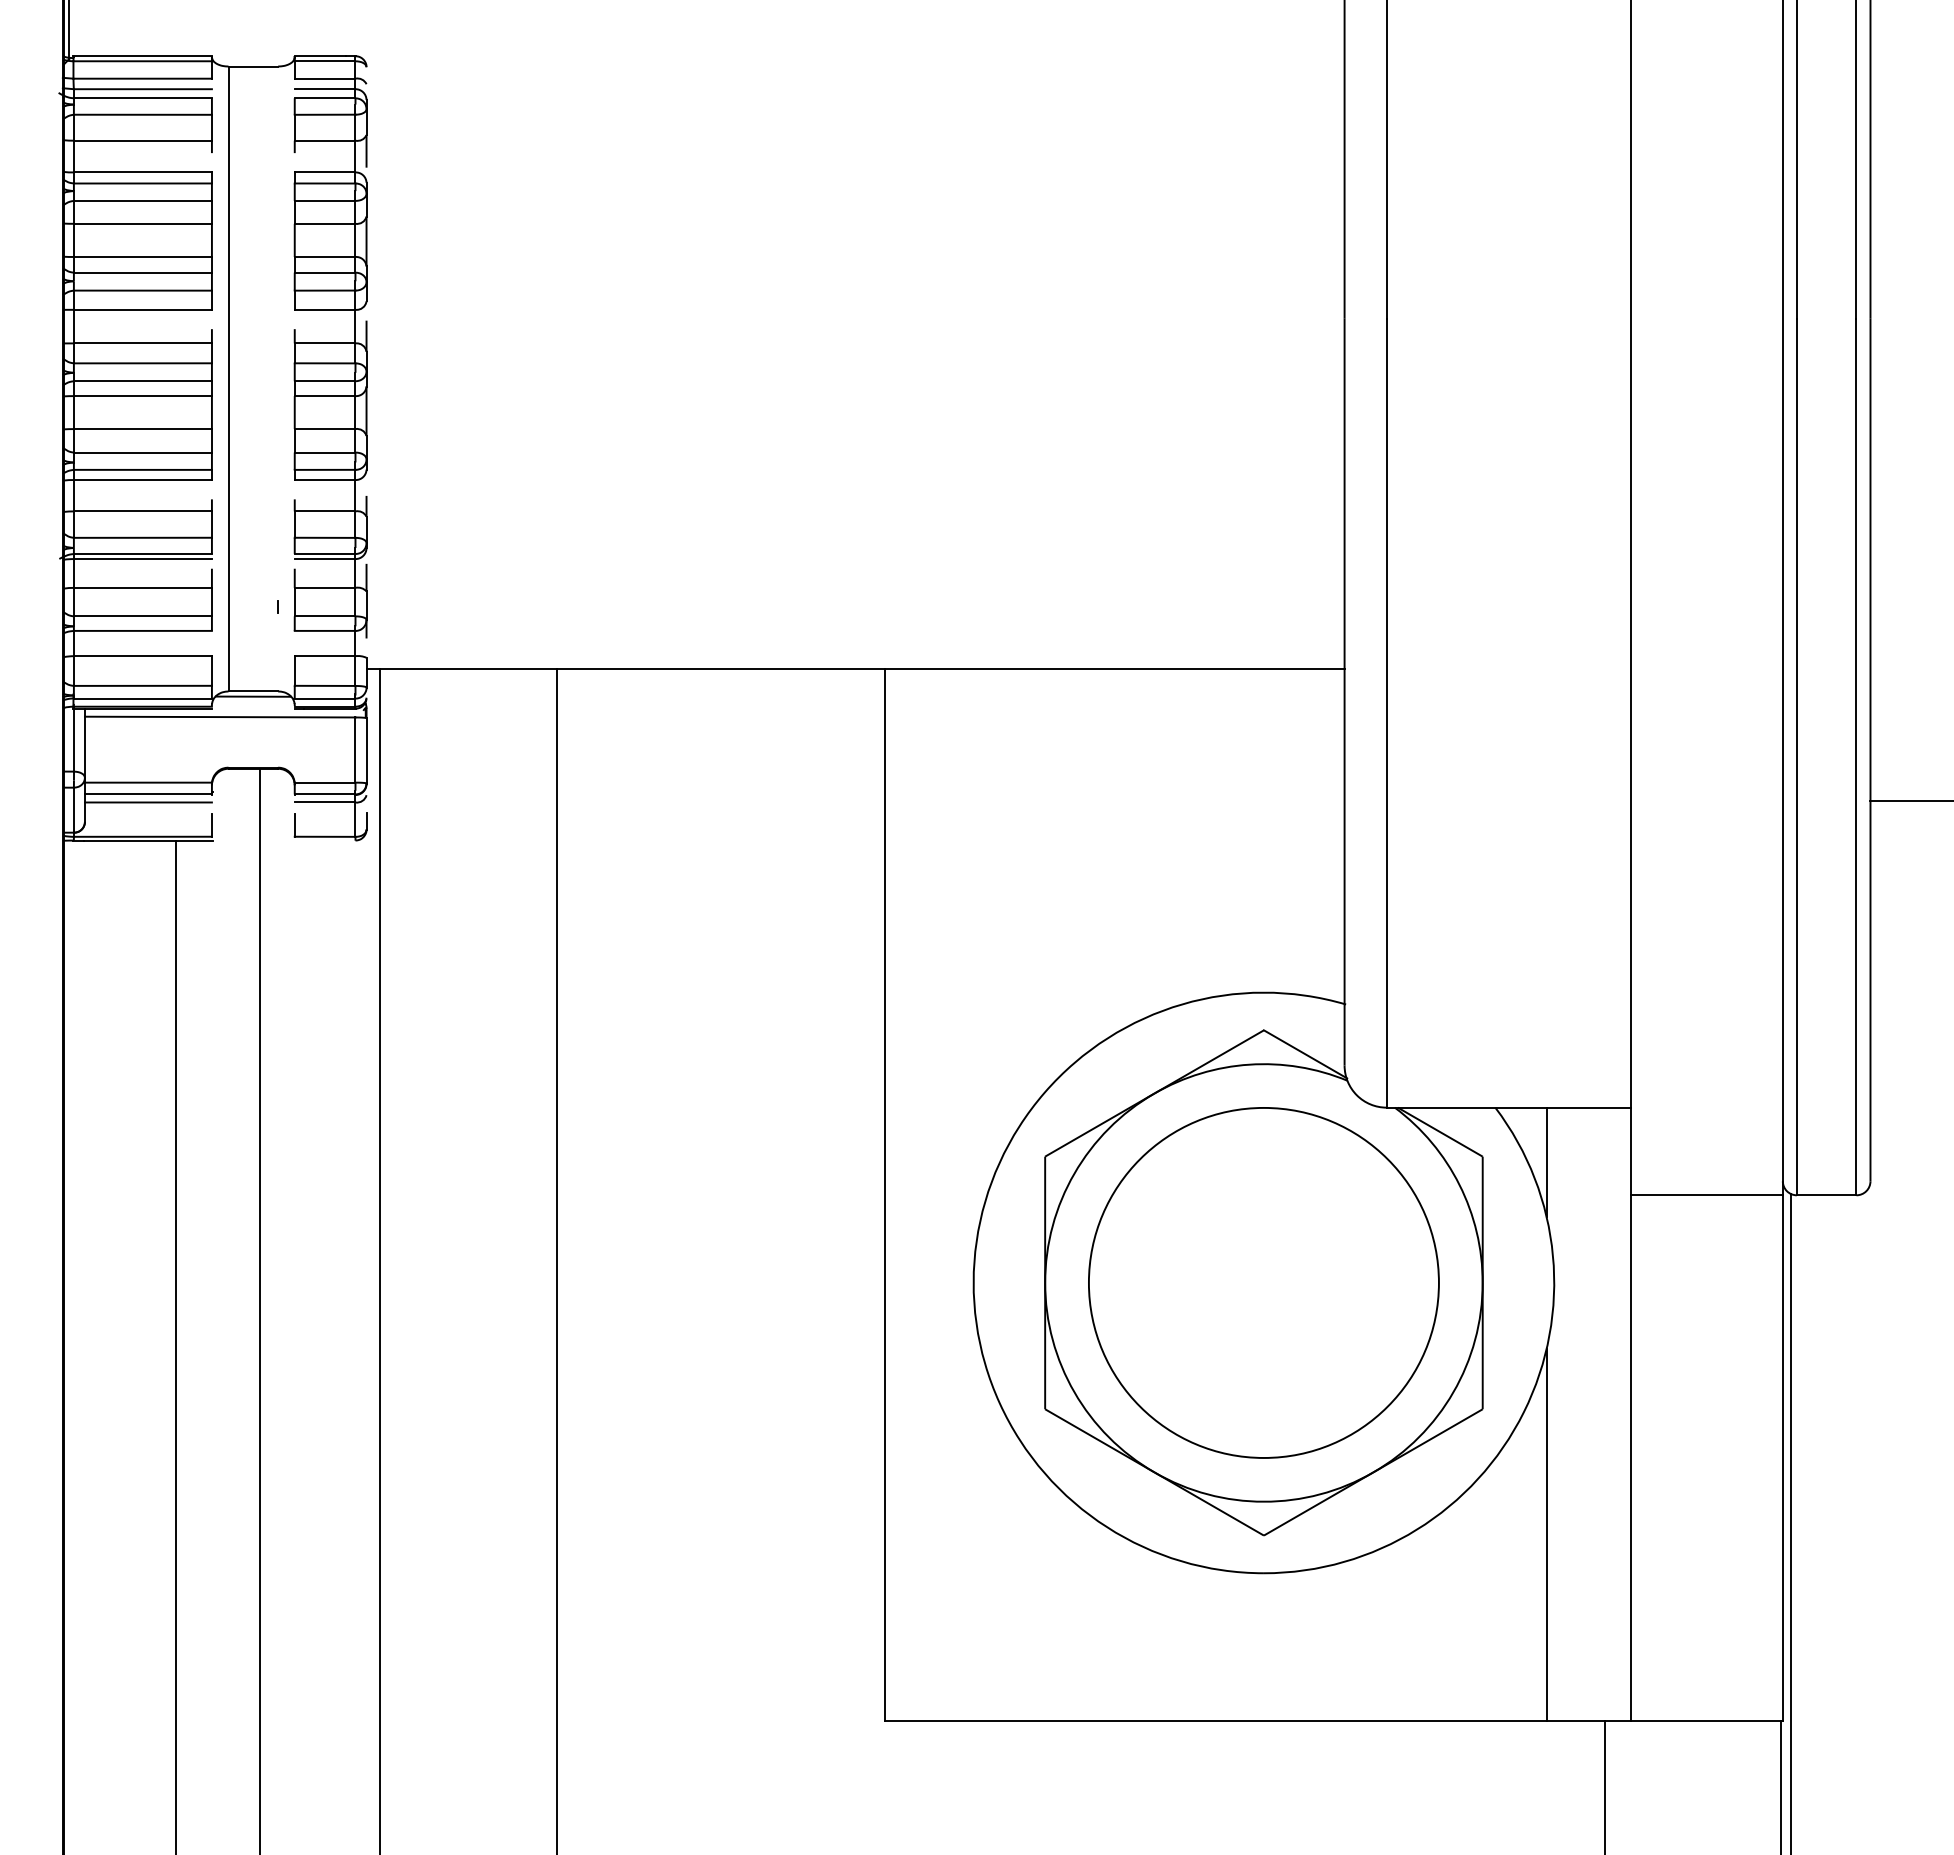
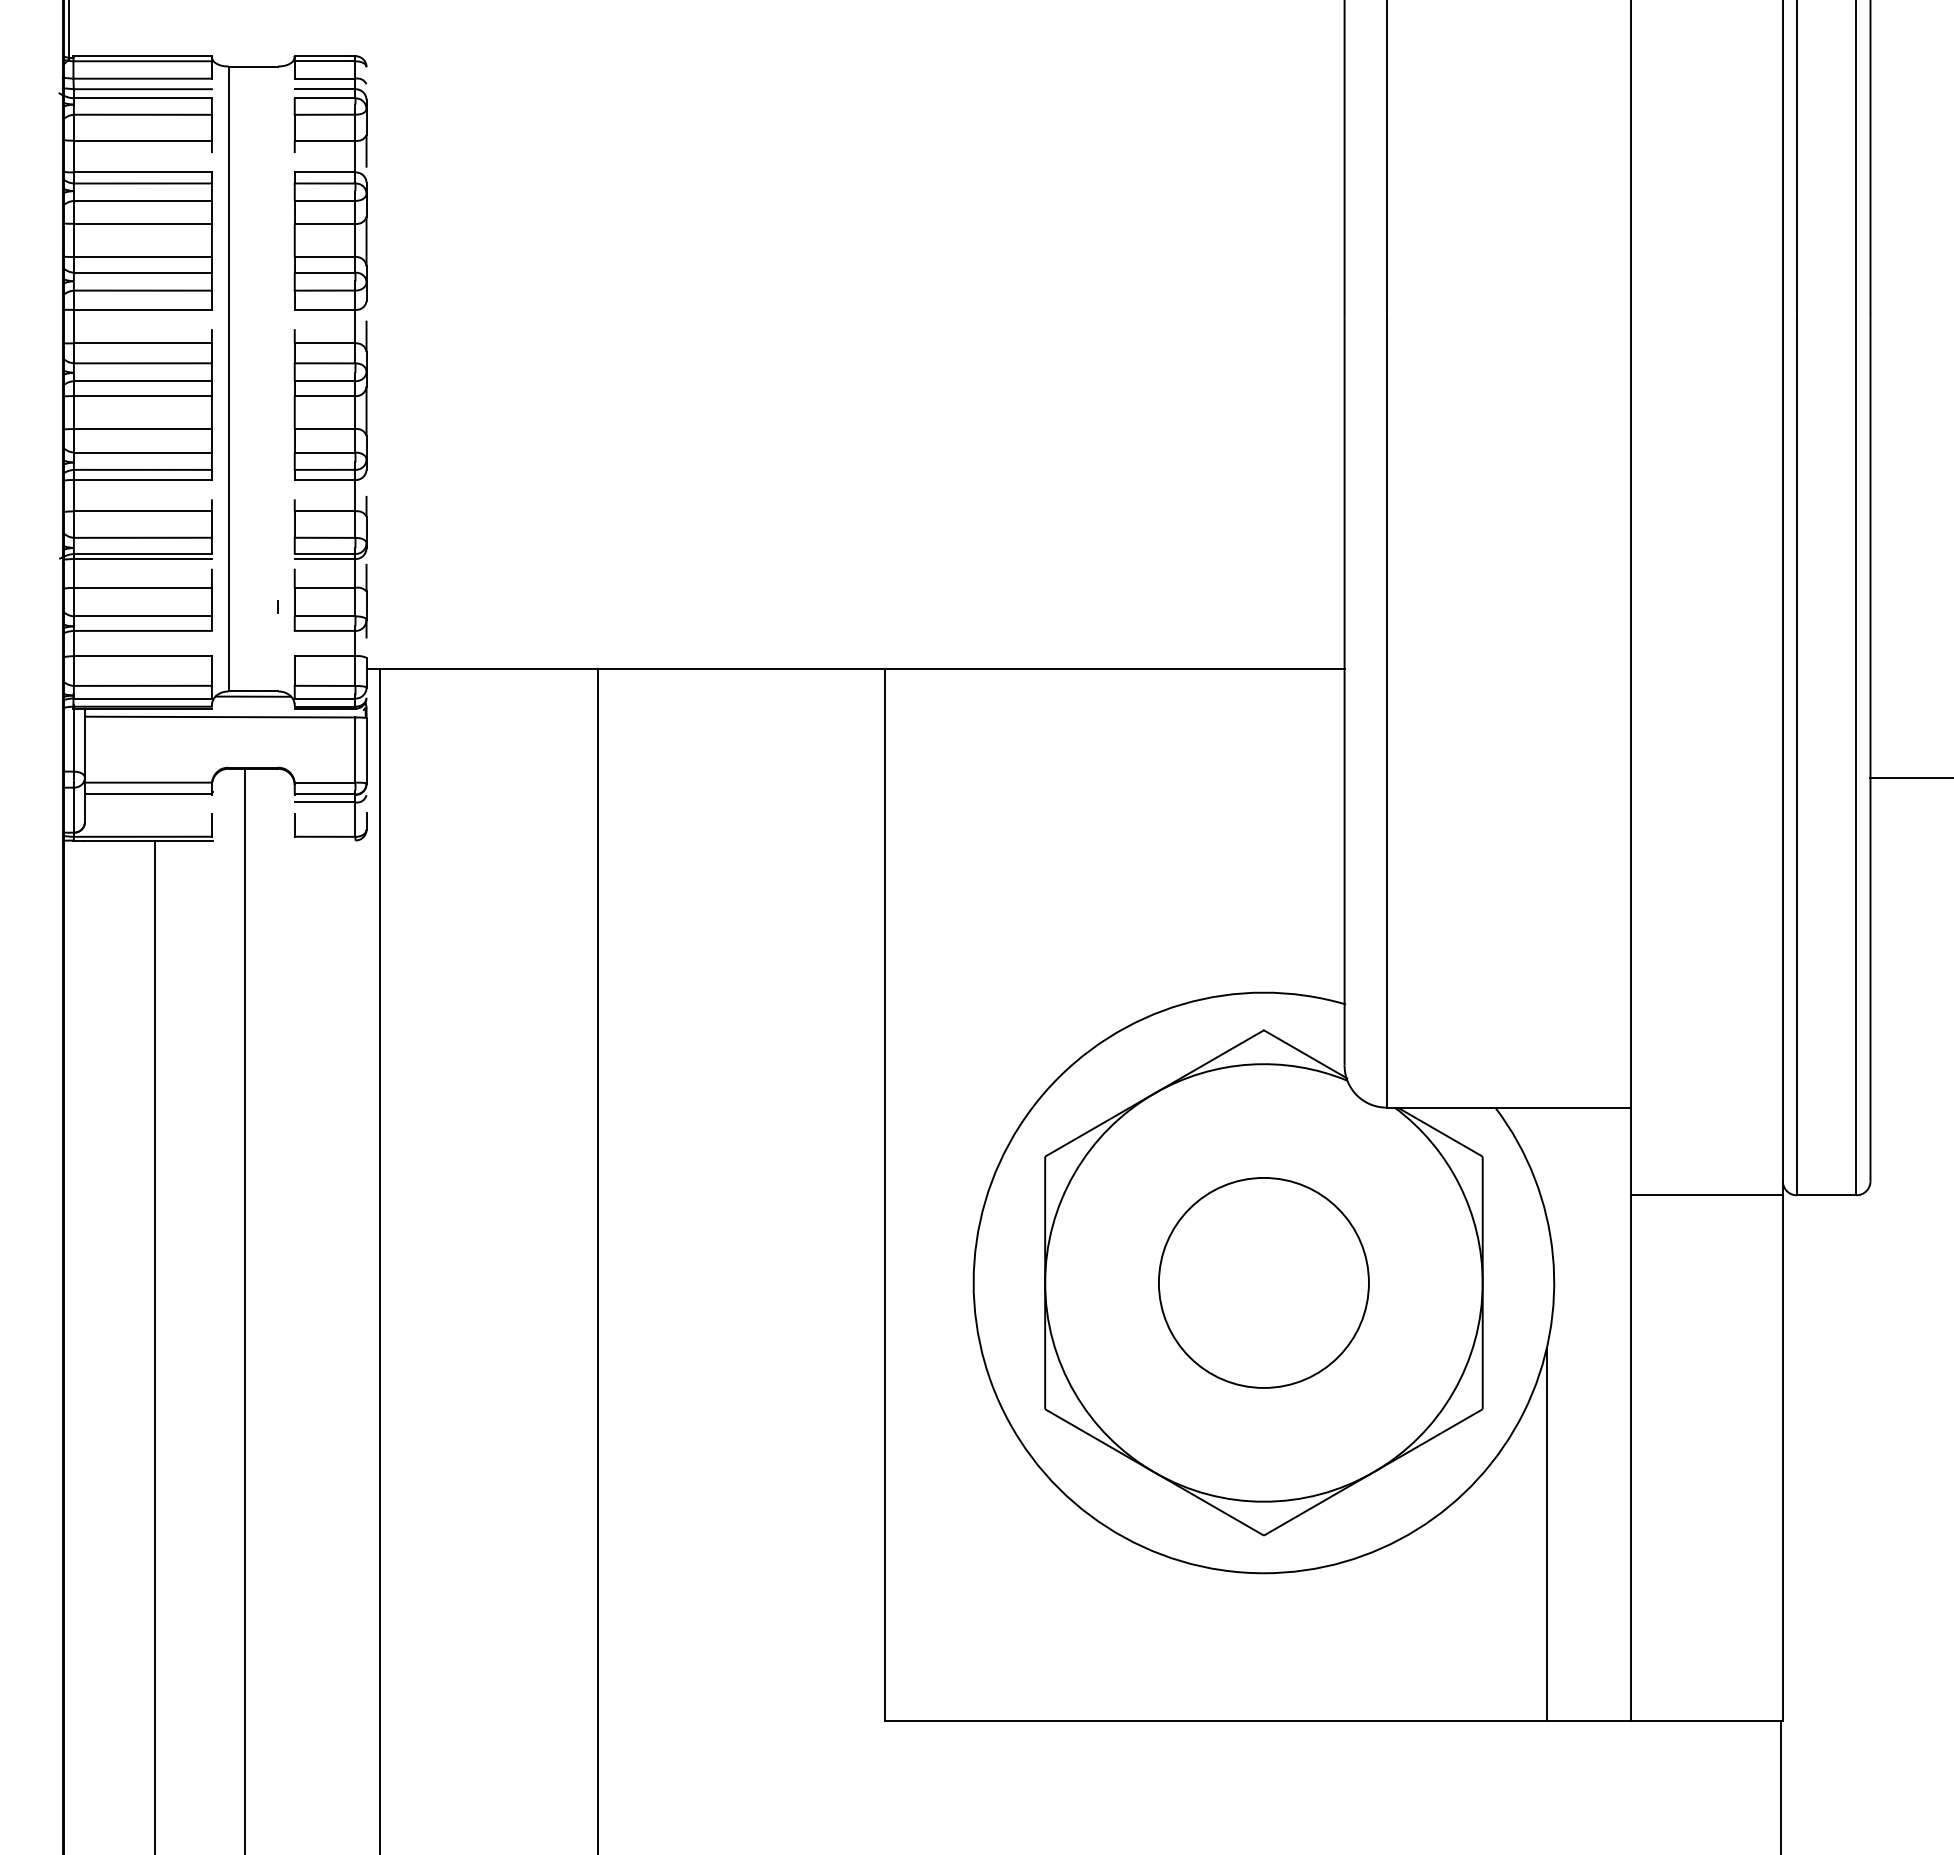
line at (1910, 800) position: (1910, 800) -> (1910, 777)
line at (147, 802): present -> none
line at (1546, 1162): present -> none
line at (557, 1260) position: (557, 1260) -> (598, 1260)
circle at (1263, 1282) diameter: 350 px -> 210 px
line at (259, 1309) position: (259, 1309) -> (244, 1309)
line at (175, 1345) position: (175, 1345) -> (154, 1345)
line at (1791, 1522): present -> none
line at (1604, 1786): present -> none
